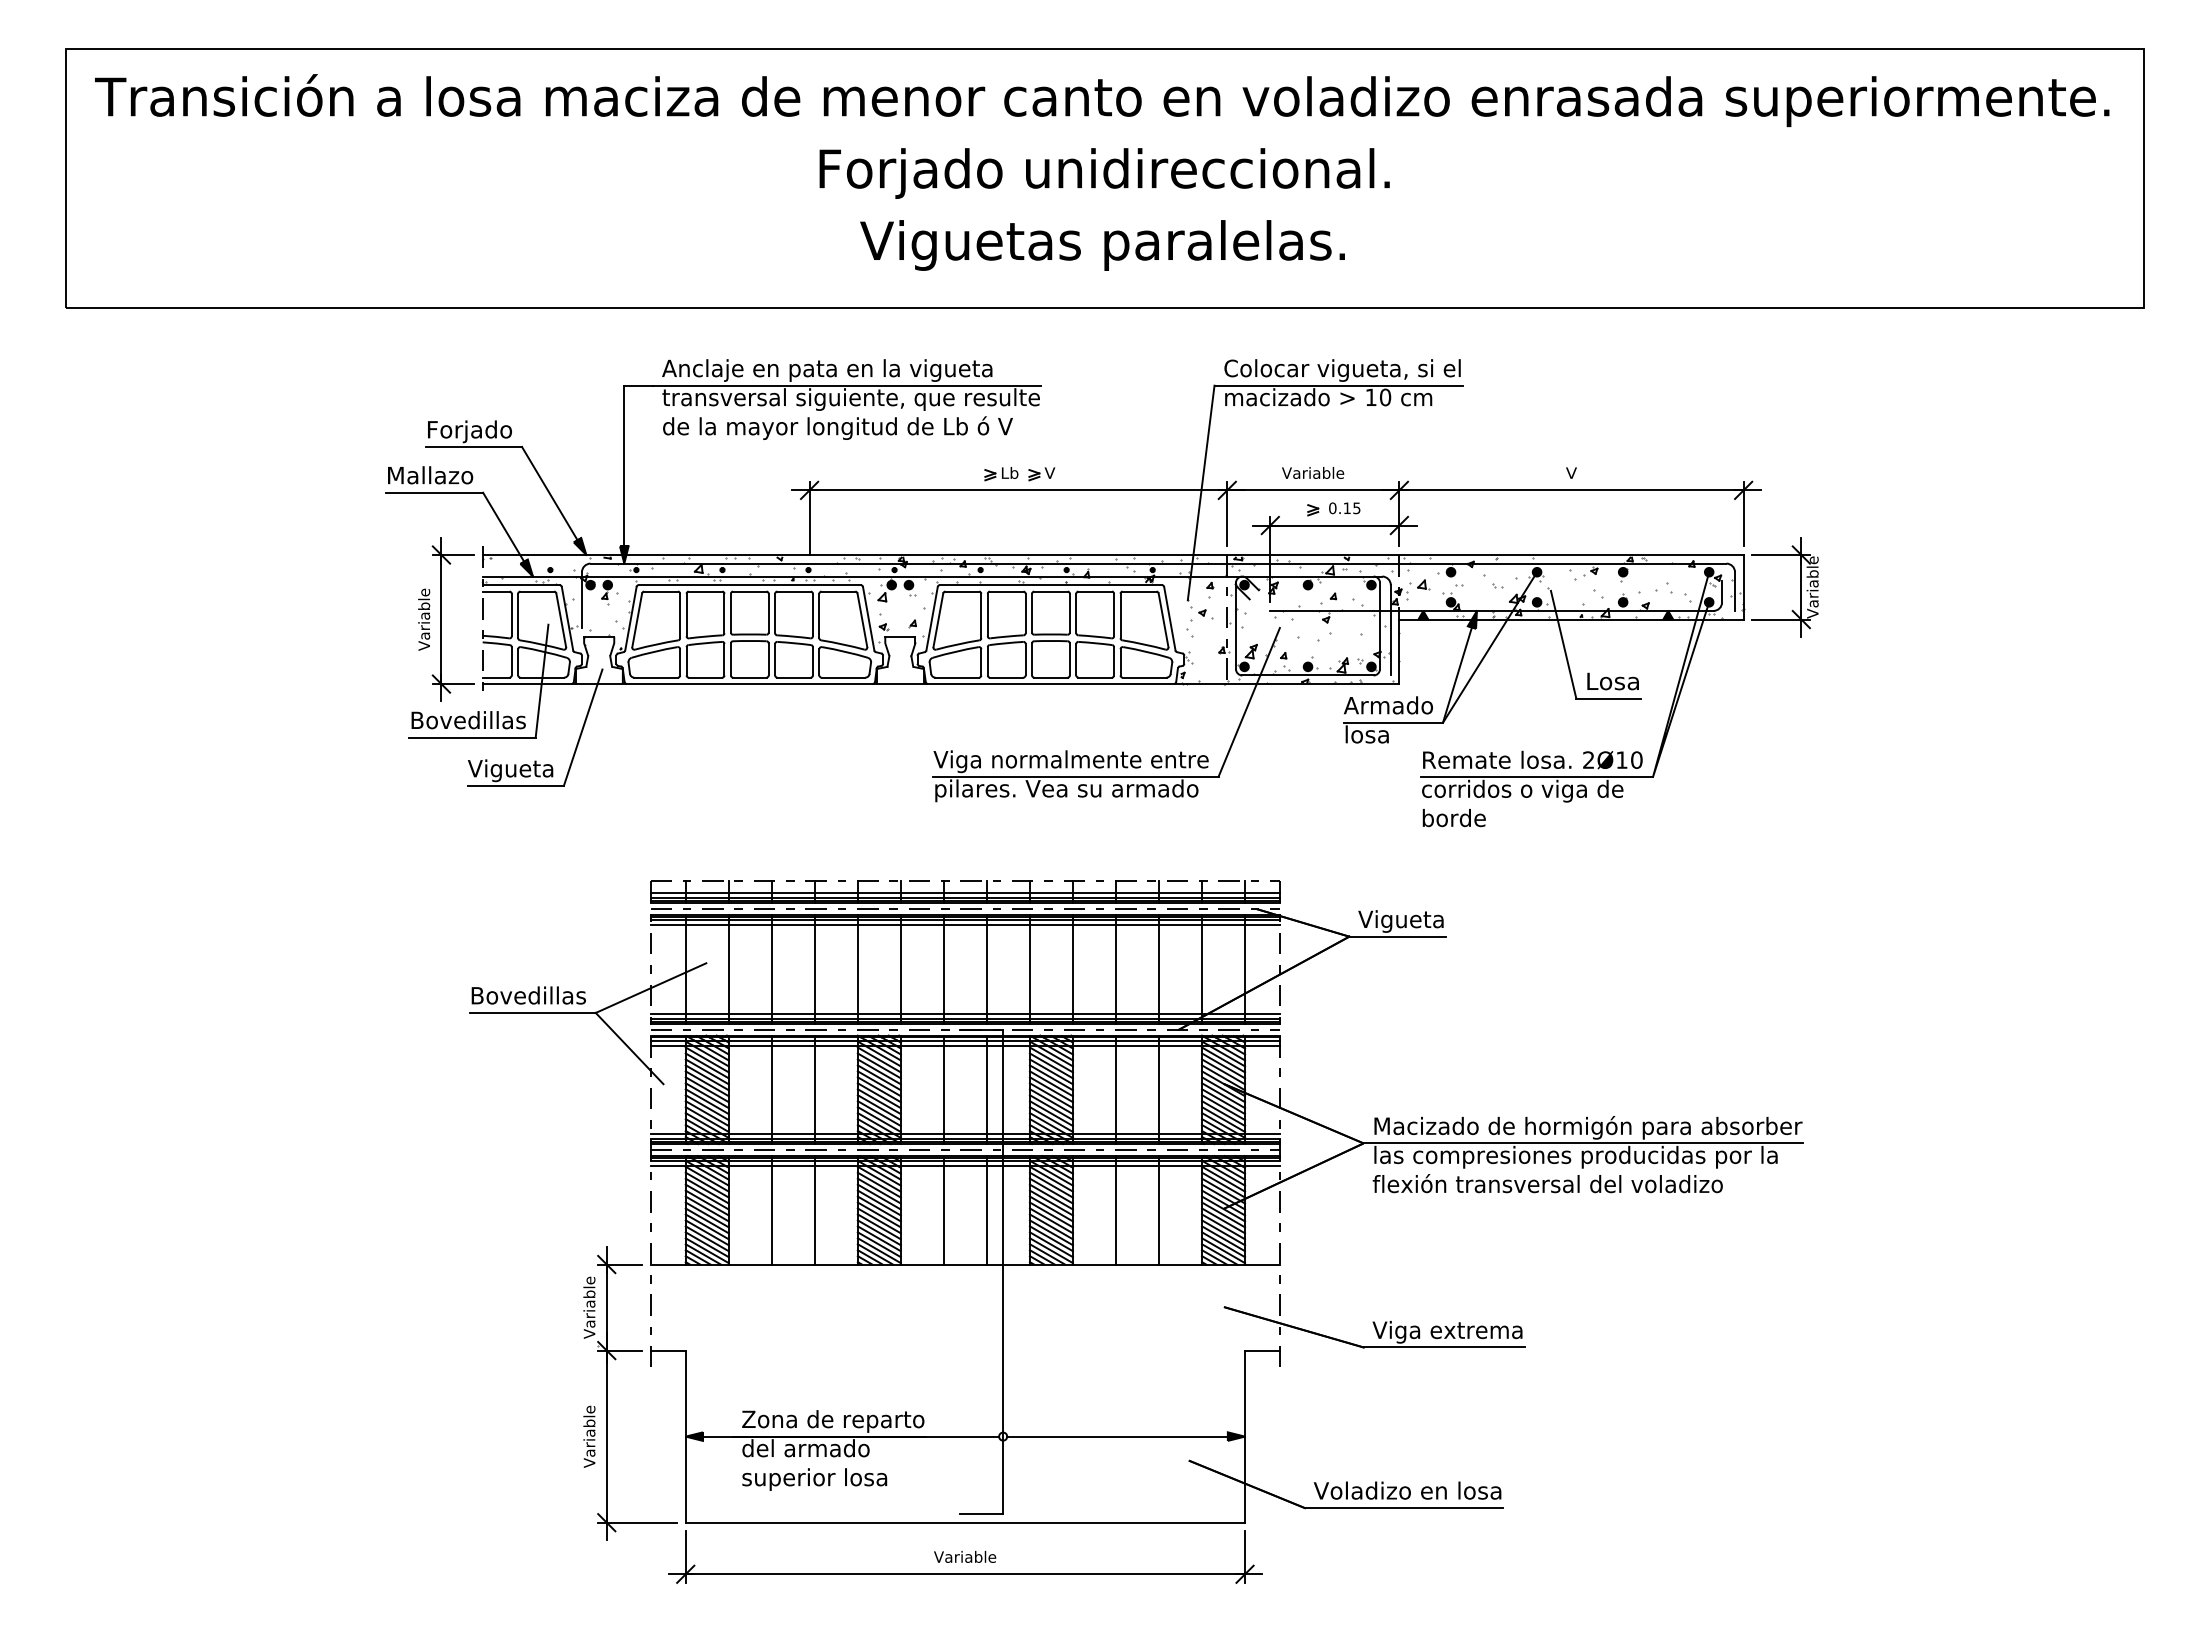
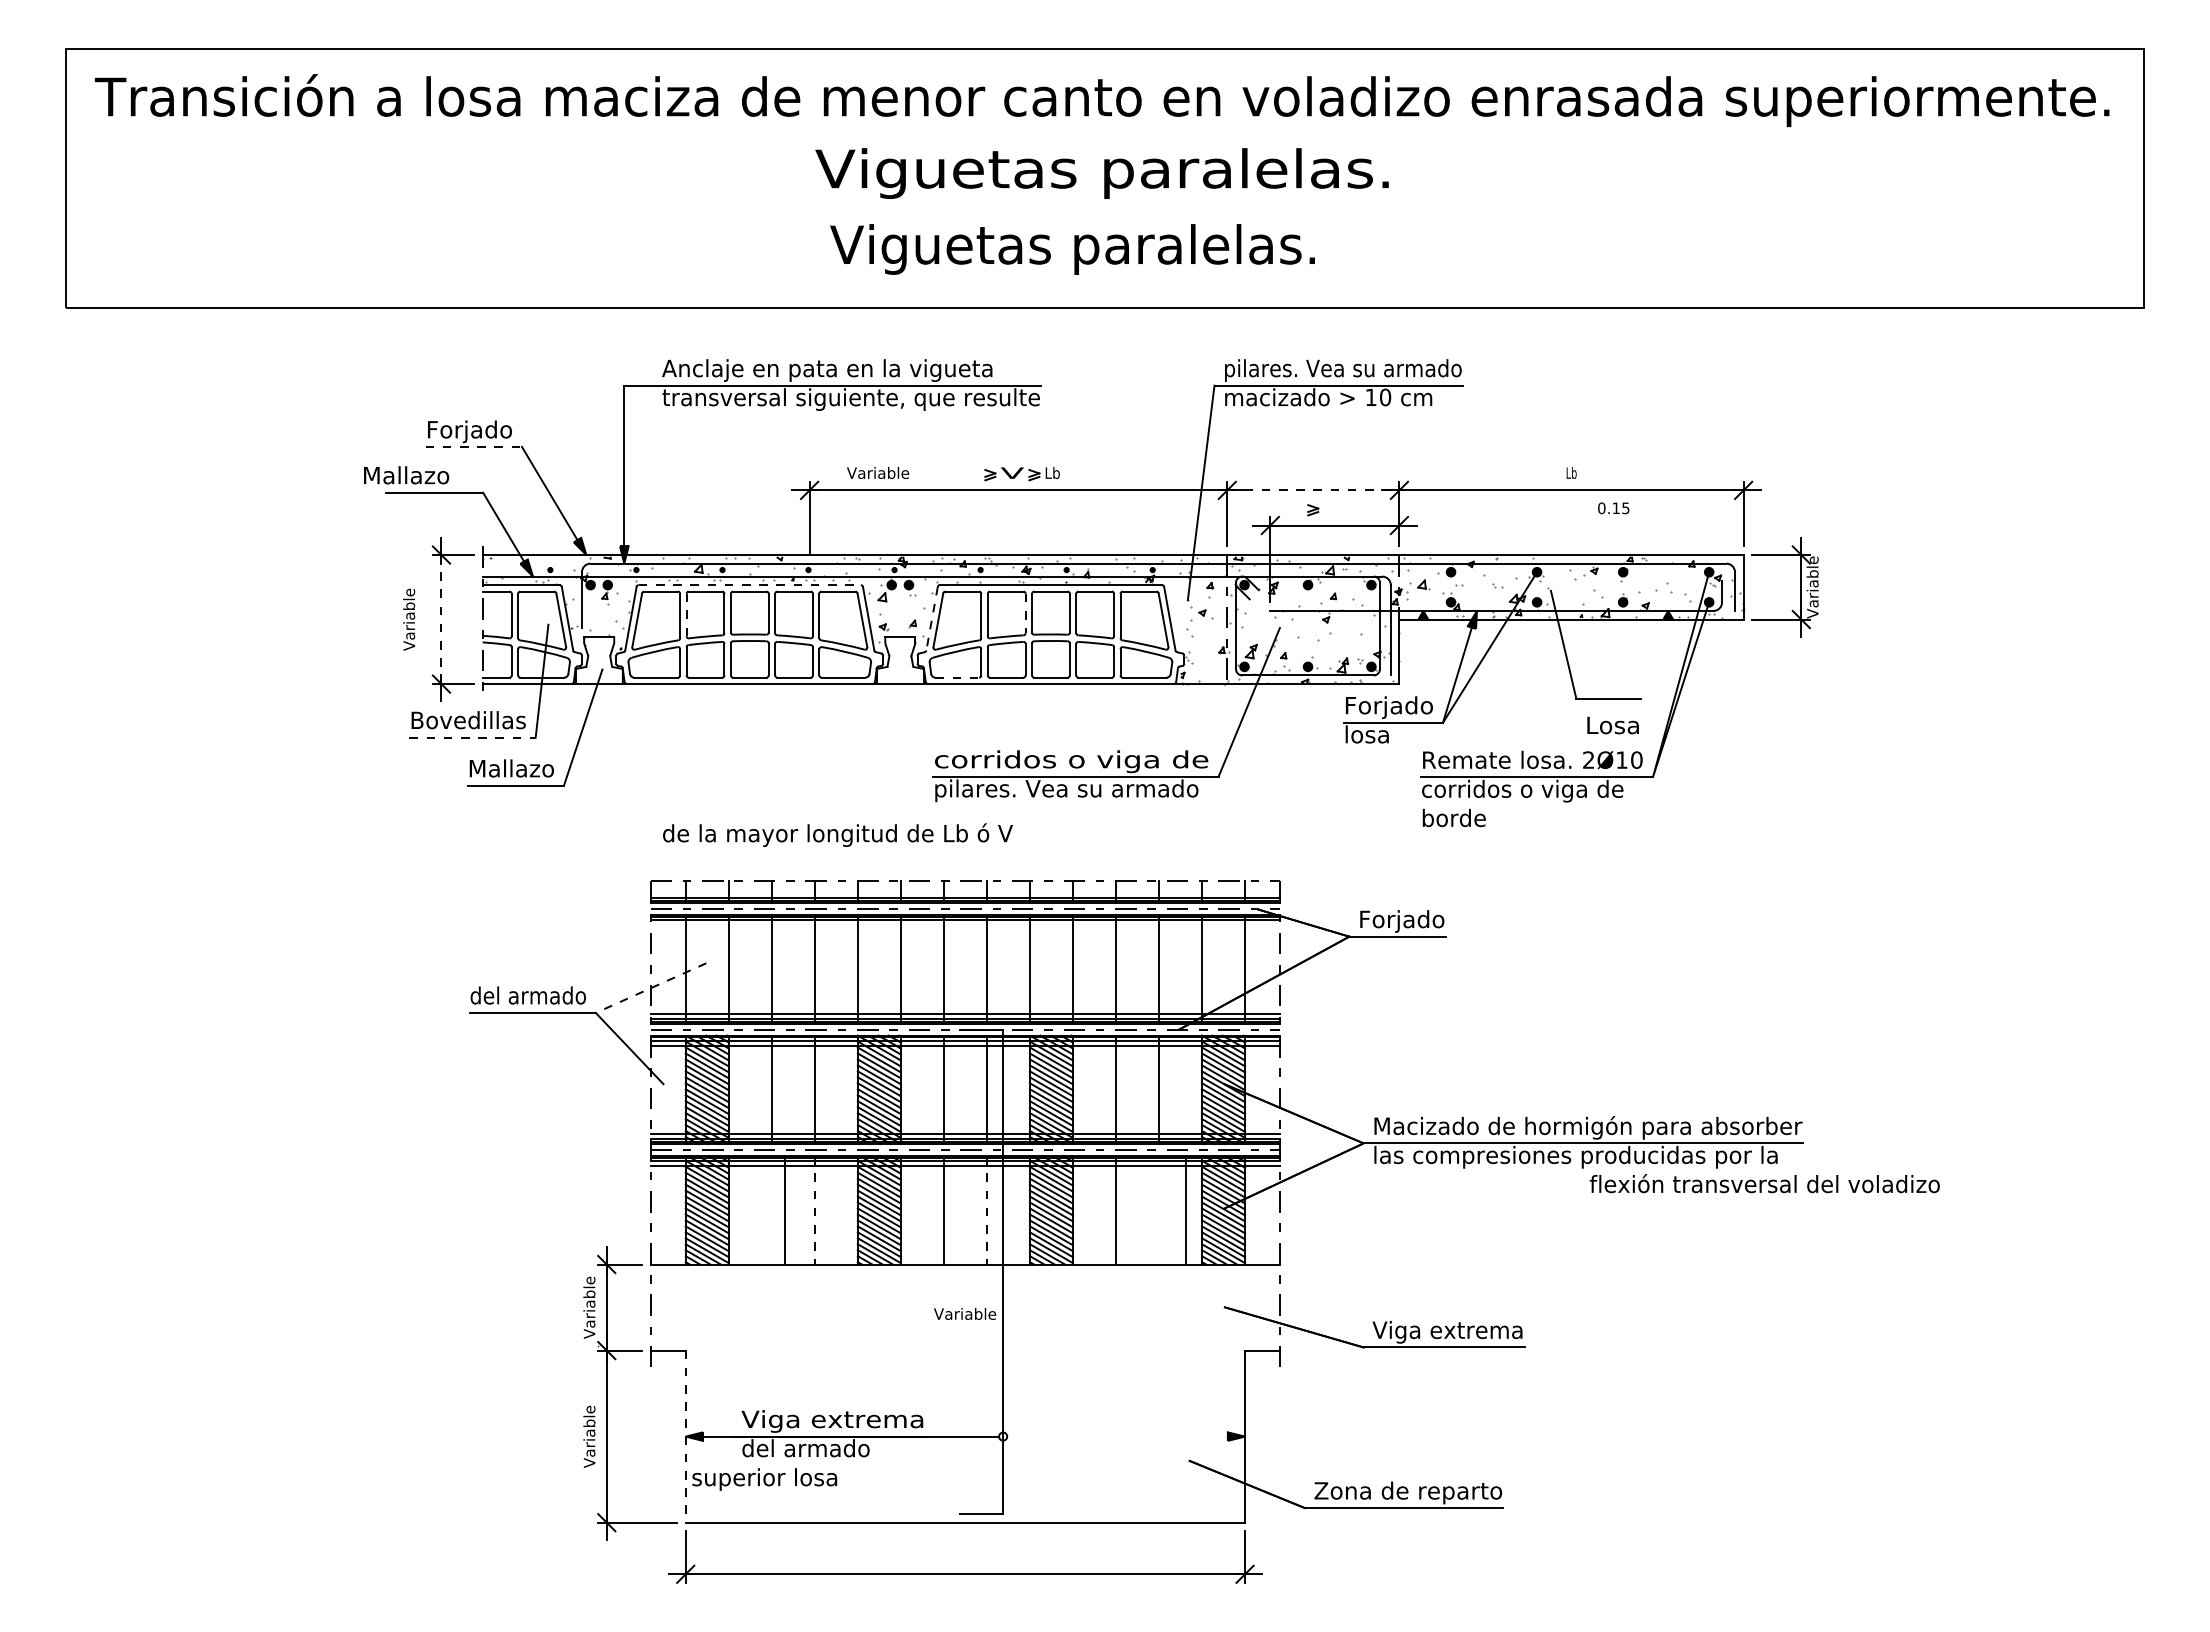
text at (1102, 173): Forjado unidireccional. -> Viguetas paralelas.
text at (1102, 245) position: (1102, 245) -> (1072, 249)
text at (1342, 370): Colocar vigueta, si el -> pilares. Vea su armado
text at (837, 427) position: (837, 427) -> (837, 834)
line at (474, 446): solid -> dashed
text at (1012, 472): Lb -> V
text at (1051, 472): V -> Lb
text at (1313, 472) position: (1313, 472) -> (878, 472)
text at (1571, 472): V -> Lb
text at (430, 475) position: (430, 475) -> (406, 475)
line at (1313, 490): solid -> dashed
text at (1344, 508) position: (1344, 508) -> (1613, 508)
line at (750, 585): solid -> dashed
line at (1025, 613): solid -> dashed
line at (686, 614): solid -> dashed
text at (424, 619) position: (424, 619) -> (409, 619)
line at (441, 619): solid -> dashed
line at (932, 619): solid -> dashed
line at (957, 677): solid -> dashed
text at (1612, 681) position: (1612, 681) -> (1612, 725)
text at (1388, 707): Armado -> Forjado
line at (473, 737): solid -> dashed
text at (1070, 761): Viga normalmente entre -> corridos o viga de
text at (510, 770): Vigueta -> Mallazo
line at (965, 893): present -> none
text at (1401, 921): Vigueta -> Forjado
line at (965, 925): present -> none
line at (651, 988): solid -> dashed
text at (527, 995): Bovedillas -> del armado
text at (1547, 1183) position: (1547, 1183) -> (1764, 1183)
line at (771, 1210) position: (771, 1210) -> (784, 1210)
line at (814, 1210): solid -> dashed
line at (986, 1210): solid -> dashed
line at (1159, 1210) position: (1159, 1210) -> (1186, 1210)
text at (832, 1421): Zona de reparto -> Viga extrema
line at (1126, 1436): present -> none
line at (685, 1437): solid -> dashed
text at (814, 1479) position: (814, 1479) -> (764, 1479)
text at (1407, 1492): Voladizo en losa -> Zona de reparto
text at (965, 1556) position: (965, 1556) -> (965, 1313)
